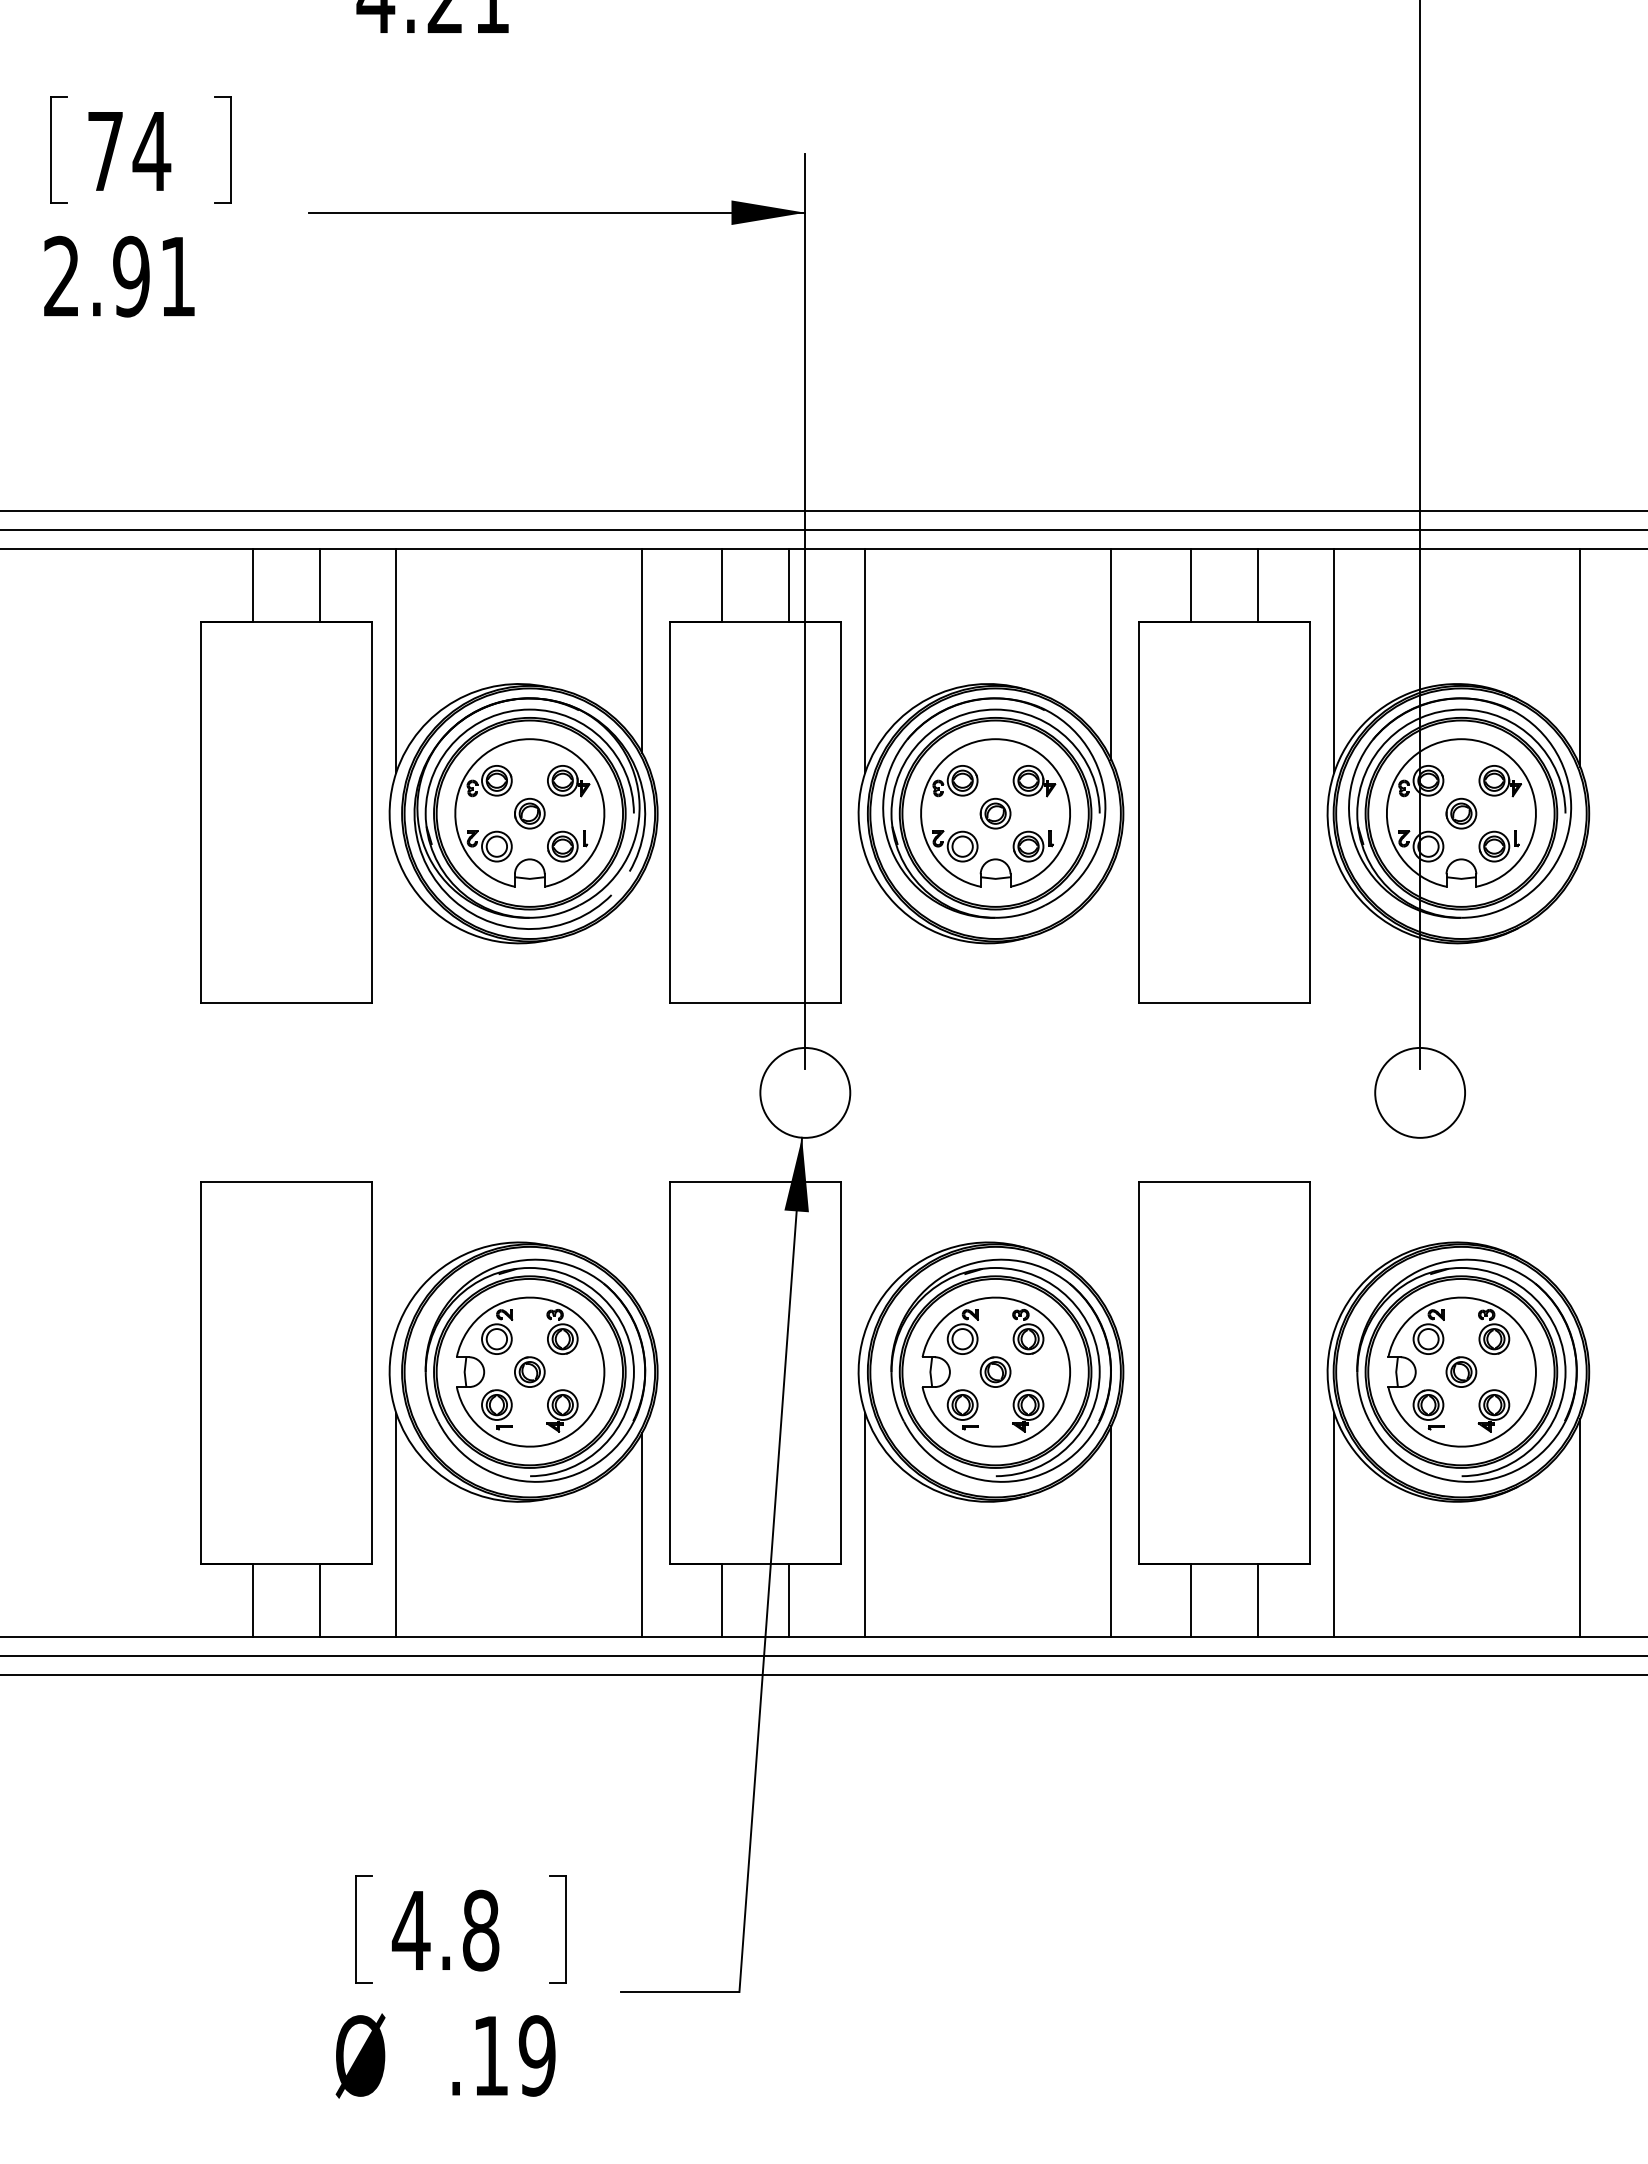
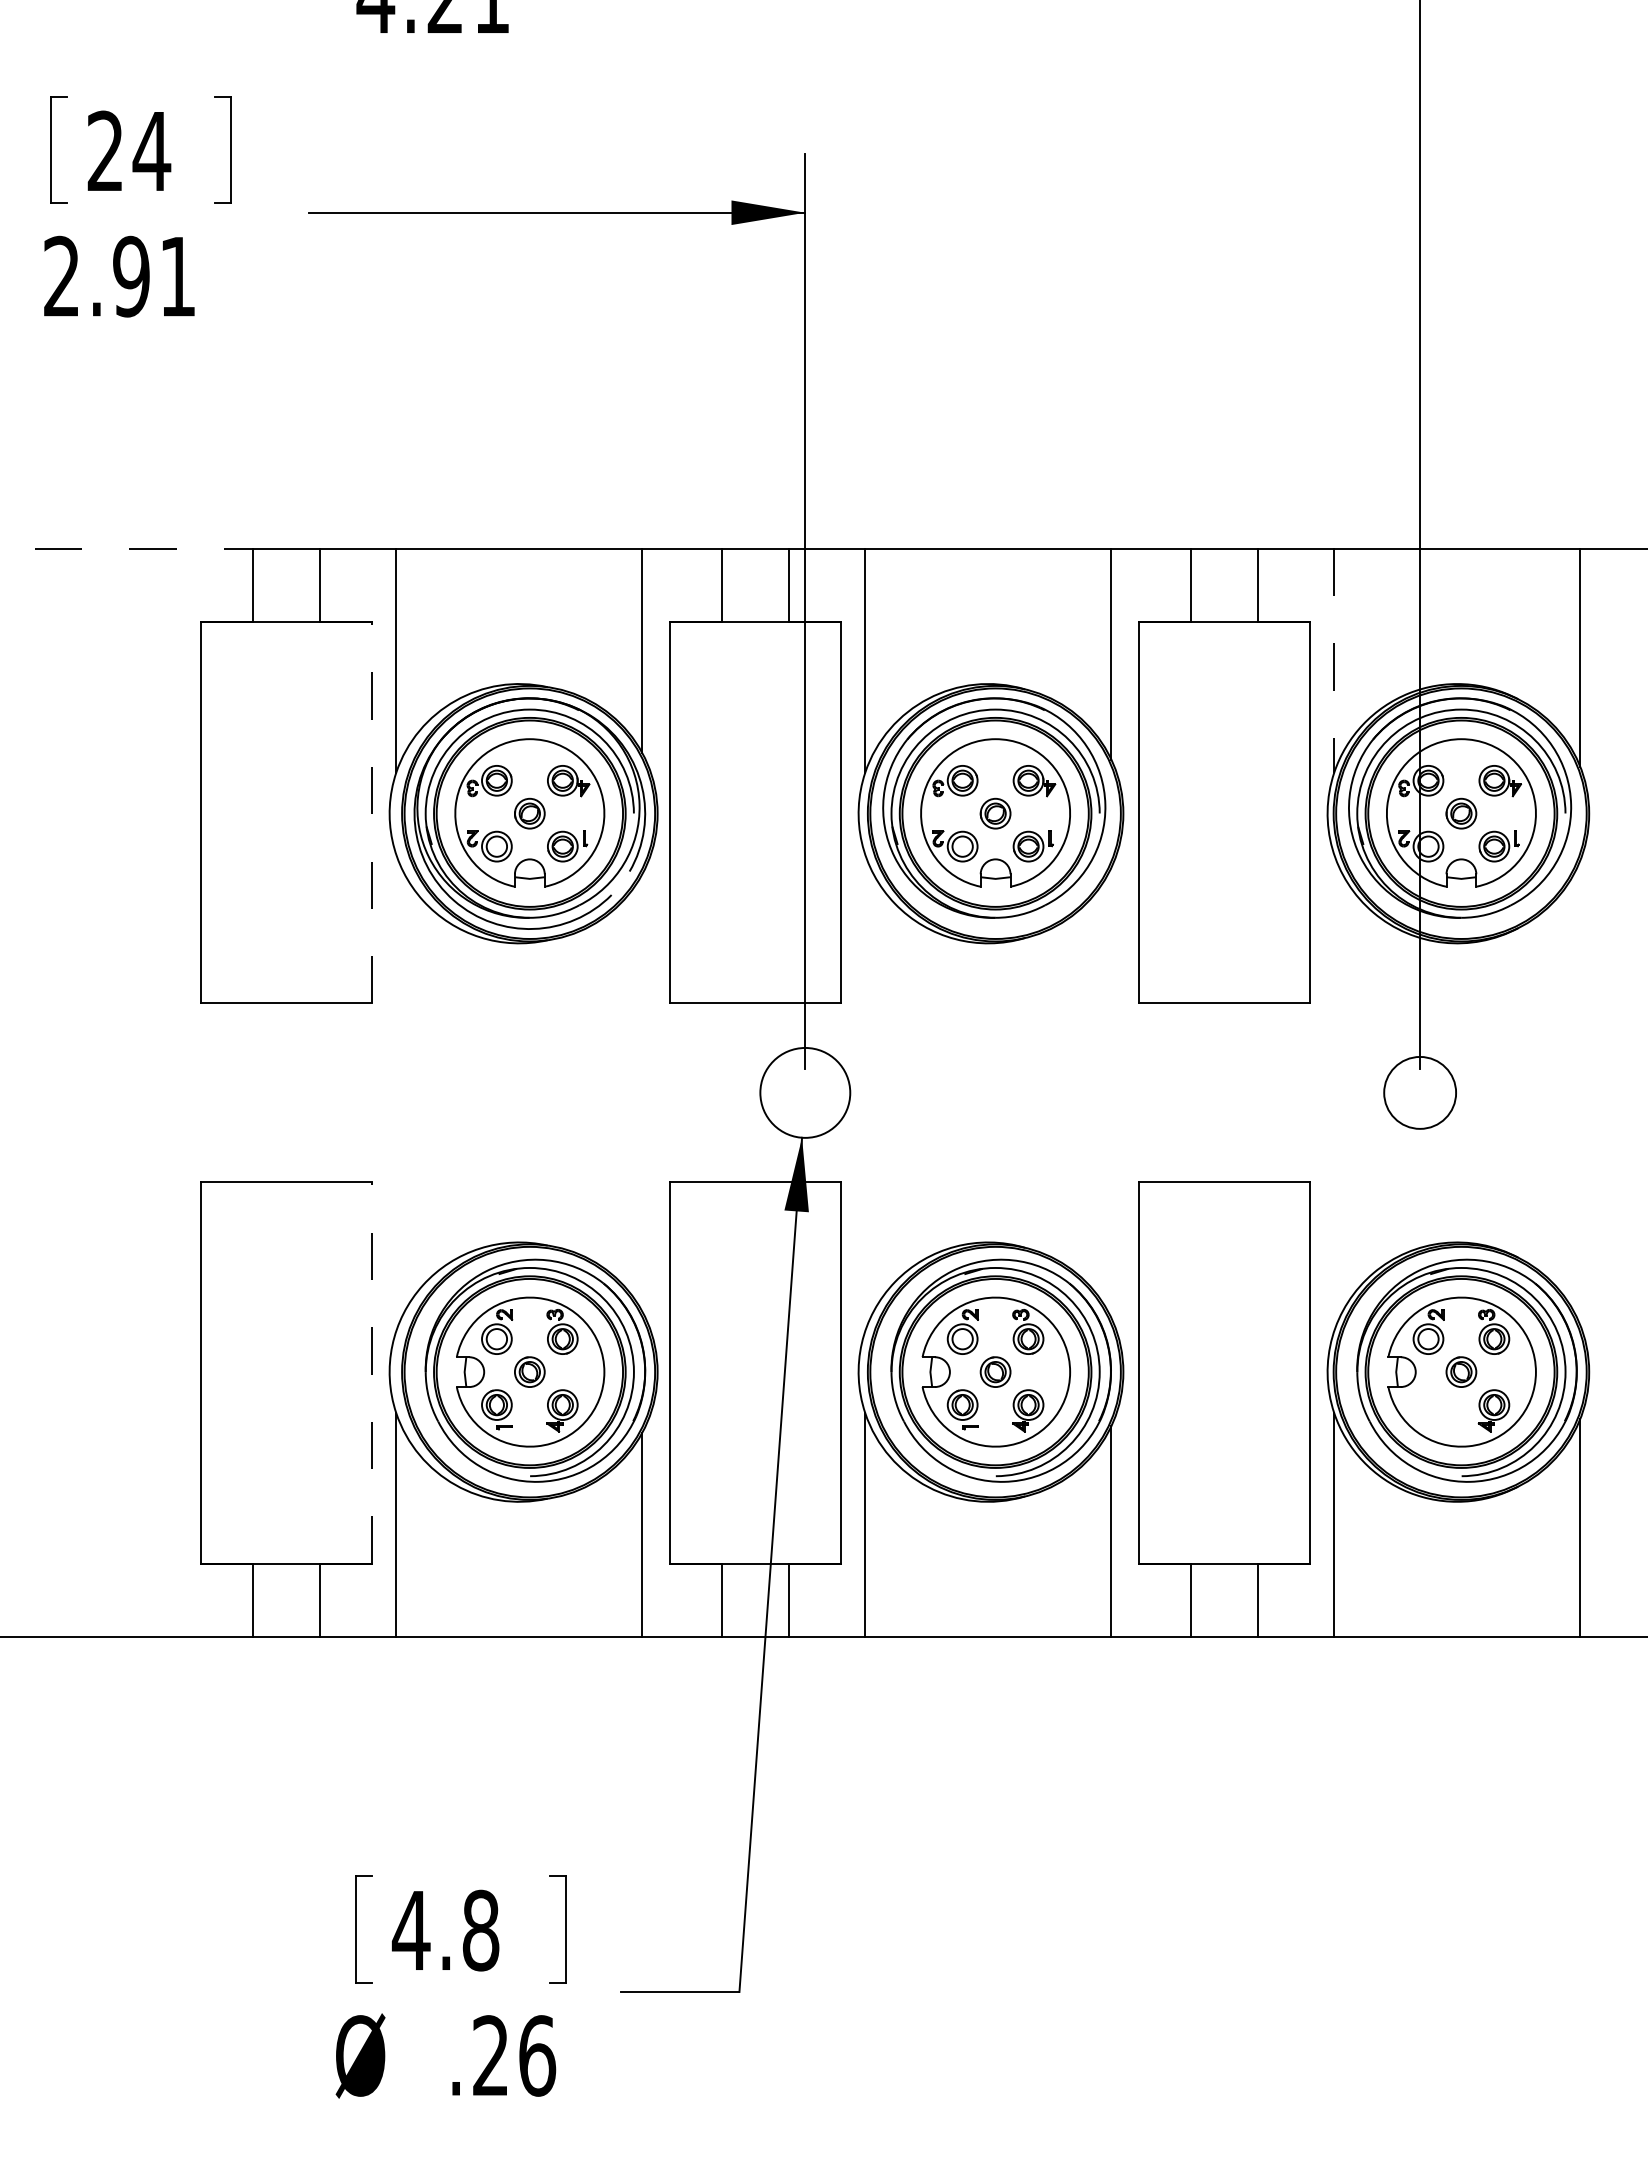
text at (104, 150): 74 -> 24
line at (823, 510): present -> none
line at (823, 529): present -> none
line at (127, 548): solid -> dashed
line at (1334, 661): solid -> dashed
line at (371, 812): solid -> dashed
circle at (1420, 1092) diameter: 90 px -> 72 px
line at (371, 1373): solid -> dashed
part at (1428, 1409): present -> none
line at (823, 1656): present -> none
line at (823, 1675): present -> none
text at (514, 2055): .19 -> .26
